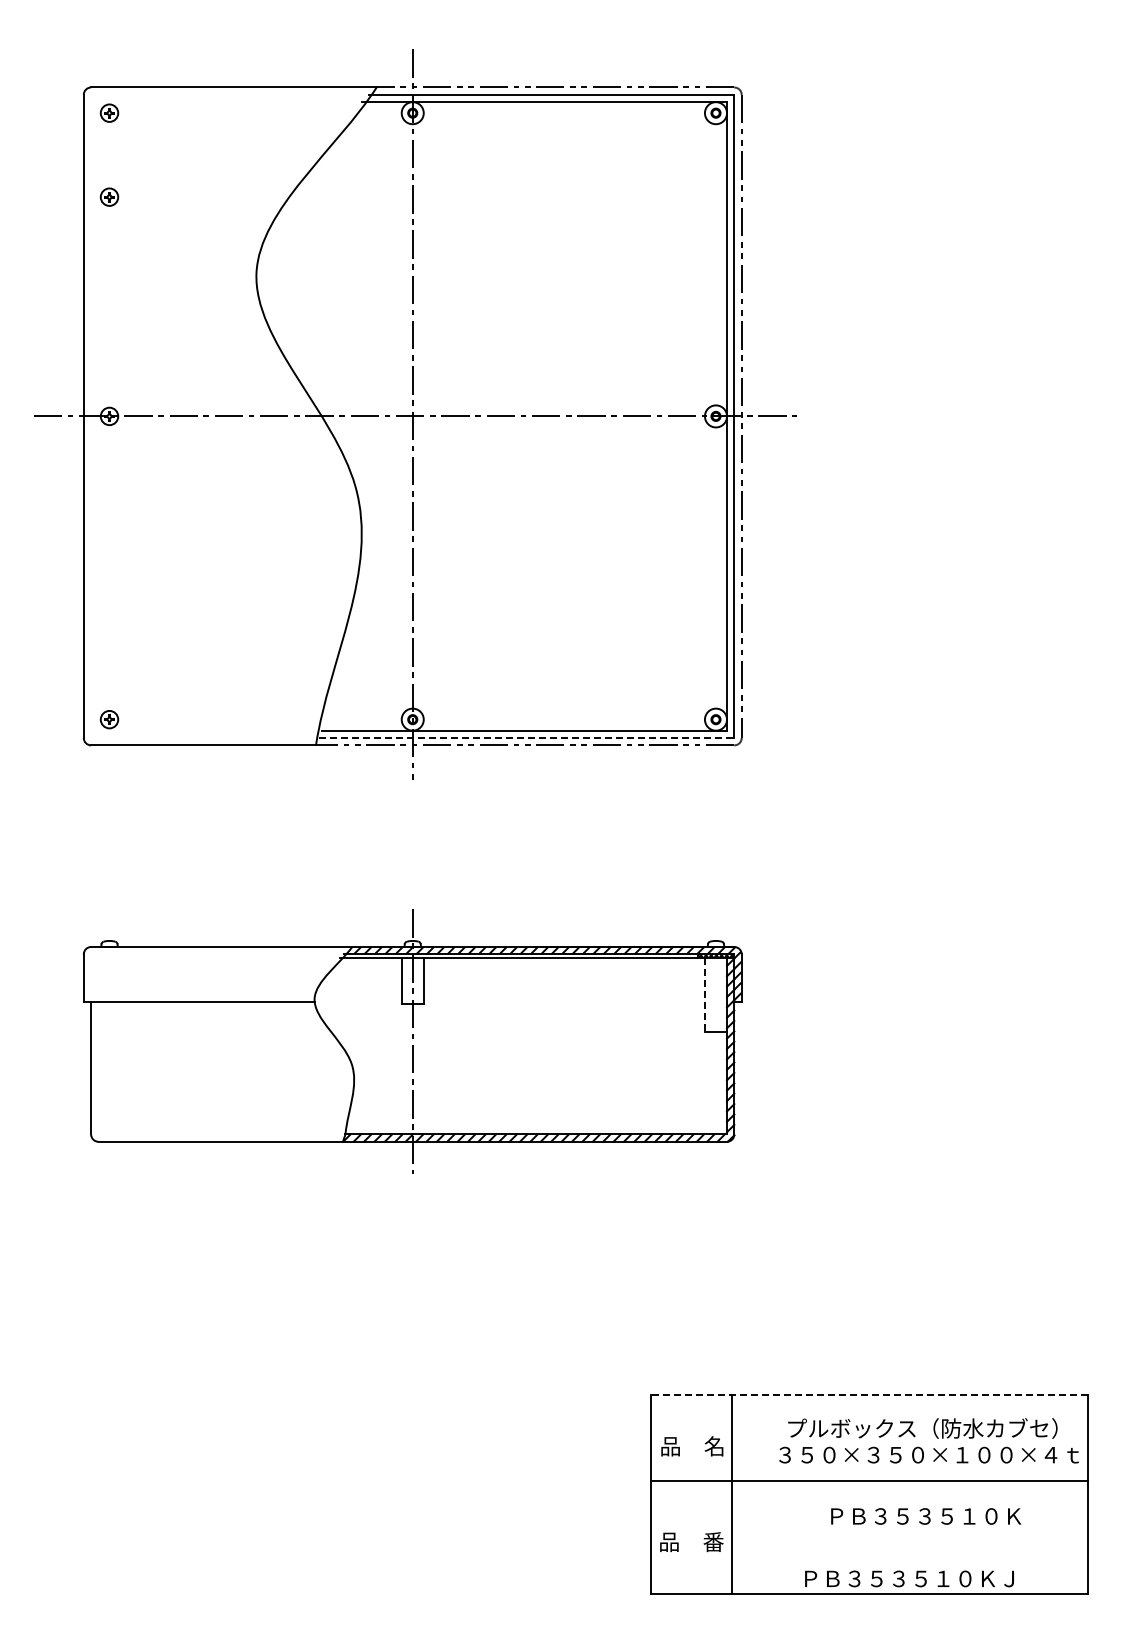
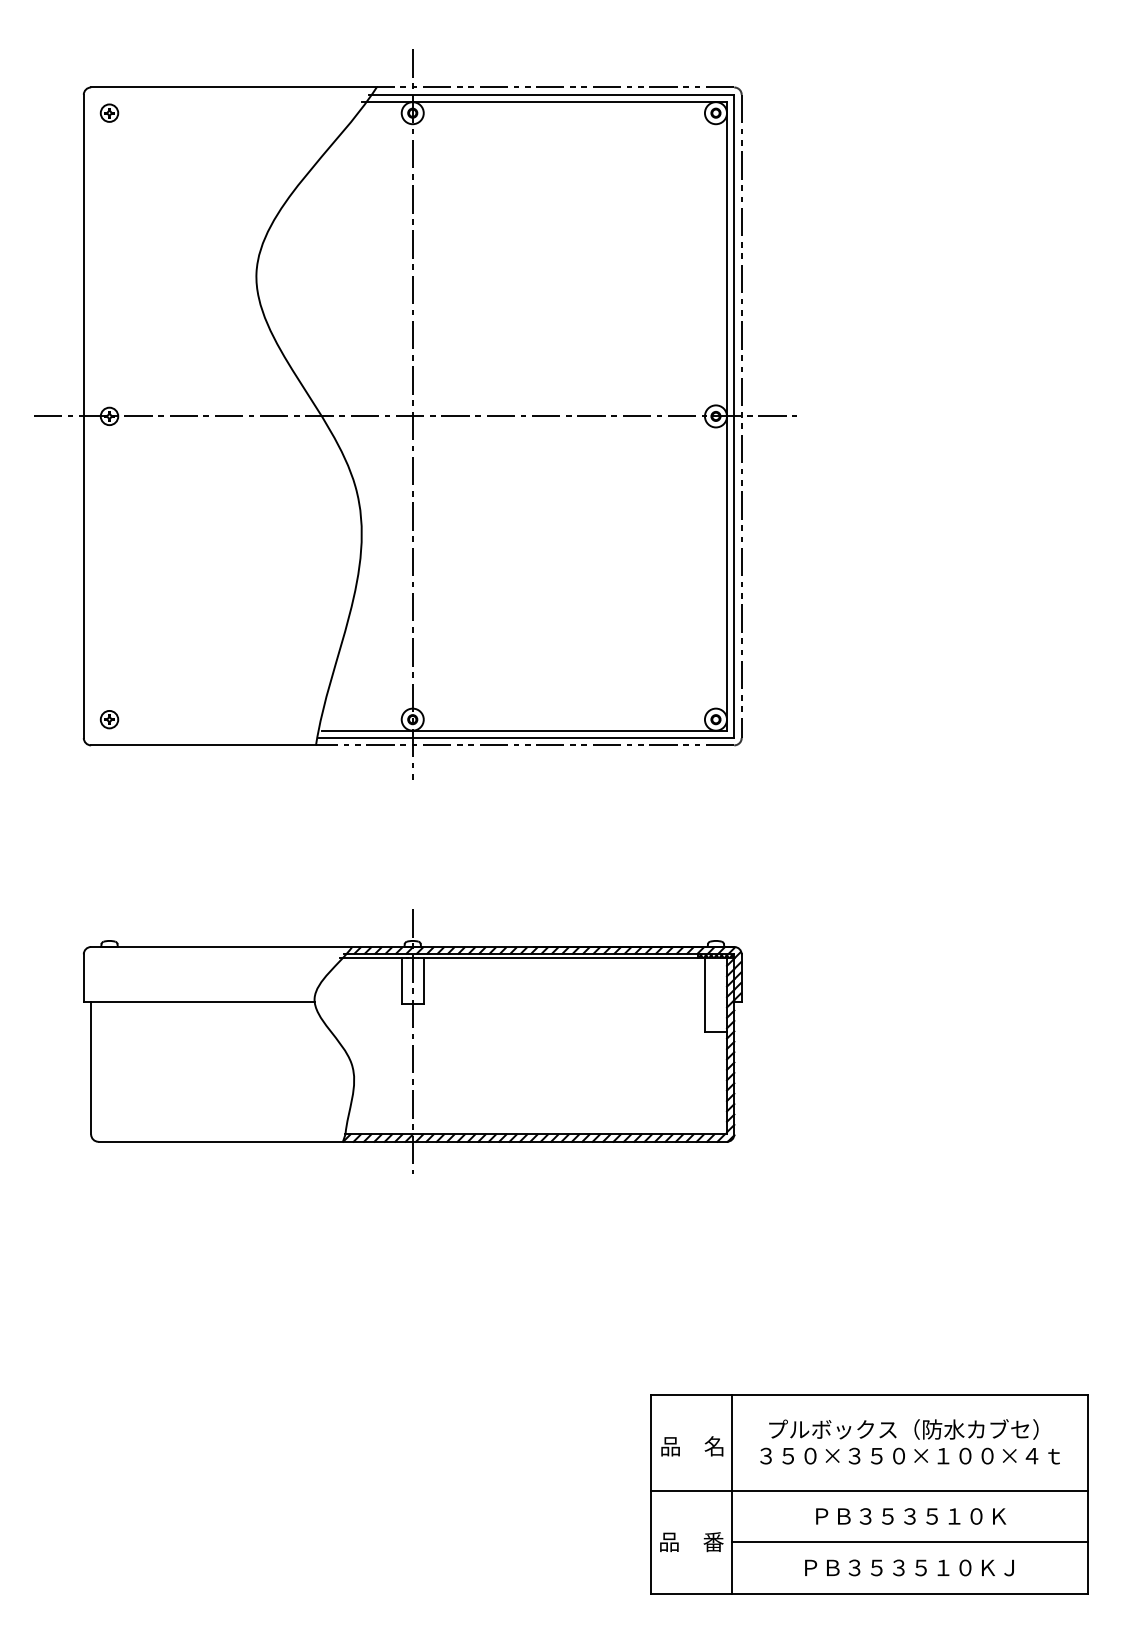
part at (109, 196): present -> none
line at (526, 738): dashed -> solid
line at (704, 994): dashed -> solid
line at (869, 1395): dashed -> solid
text at (928, 1440) position: (928, 1440) -> (909, 1441)
line at (869, 1480) position: (869, 1480) -> (869, 1490)
text at (926, 1516) position: (926, 1516) -> (911, 1516)
line at (909, 1542): none -> present
text at (909, 1578) position: (909, 1578) -> (909, 1567)
